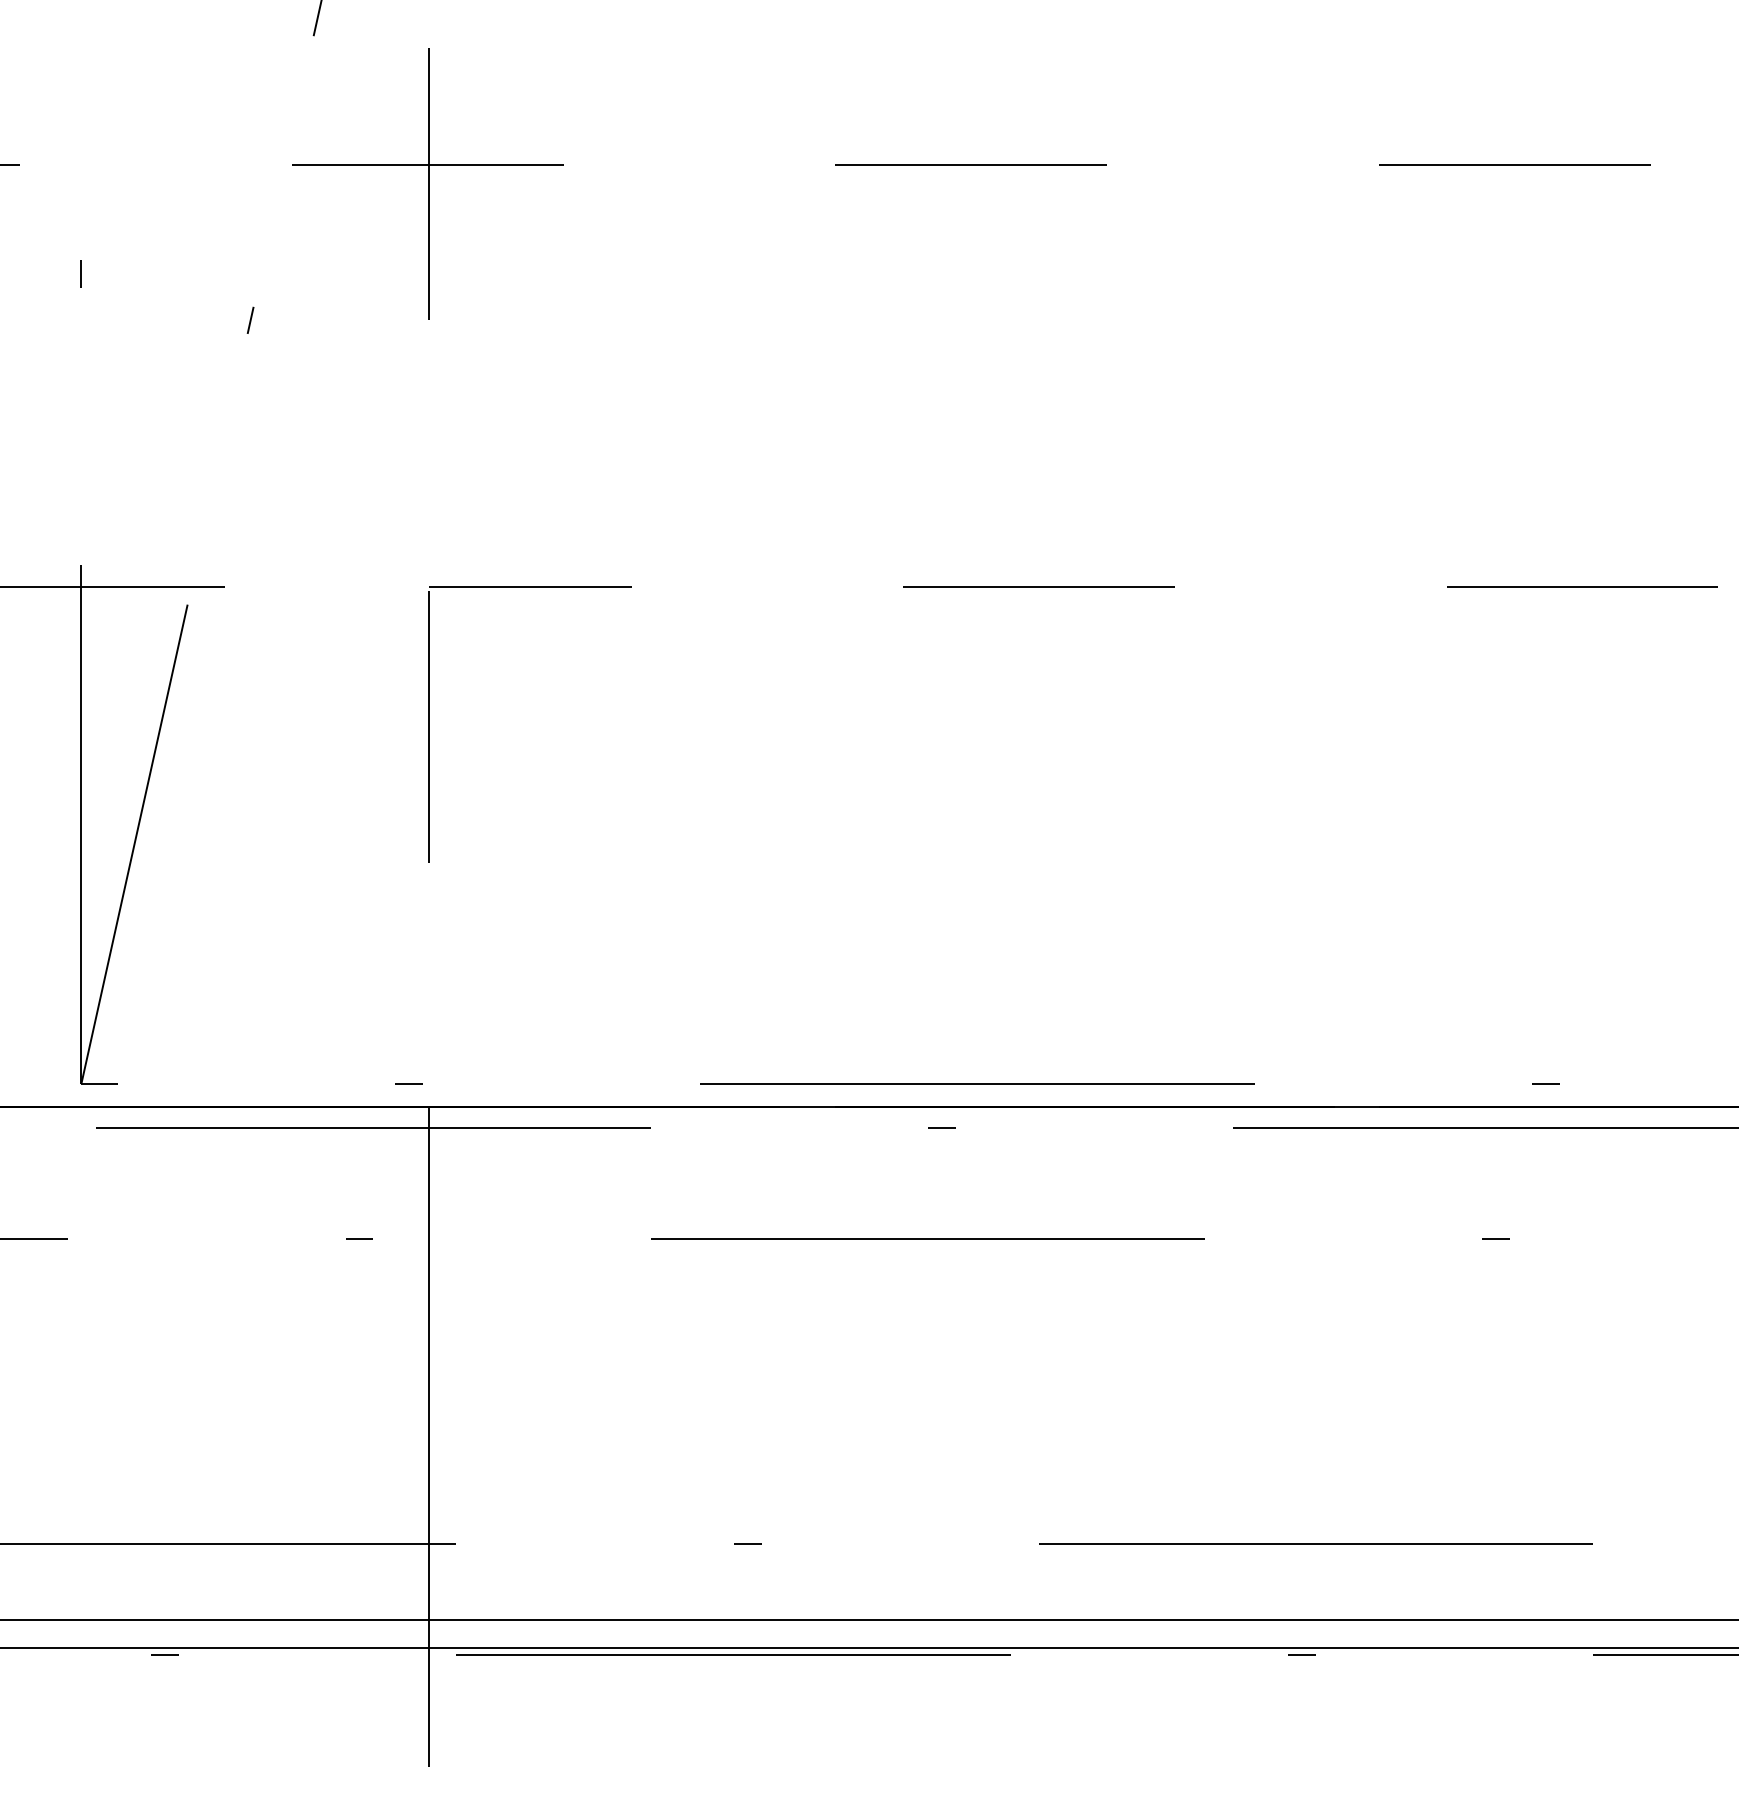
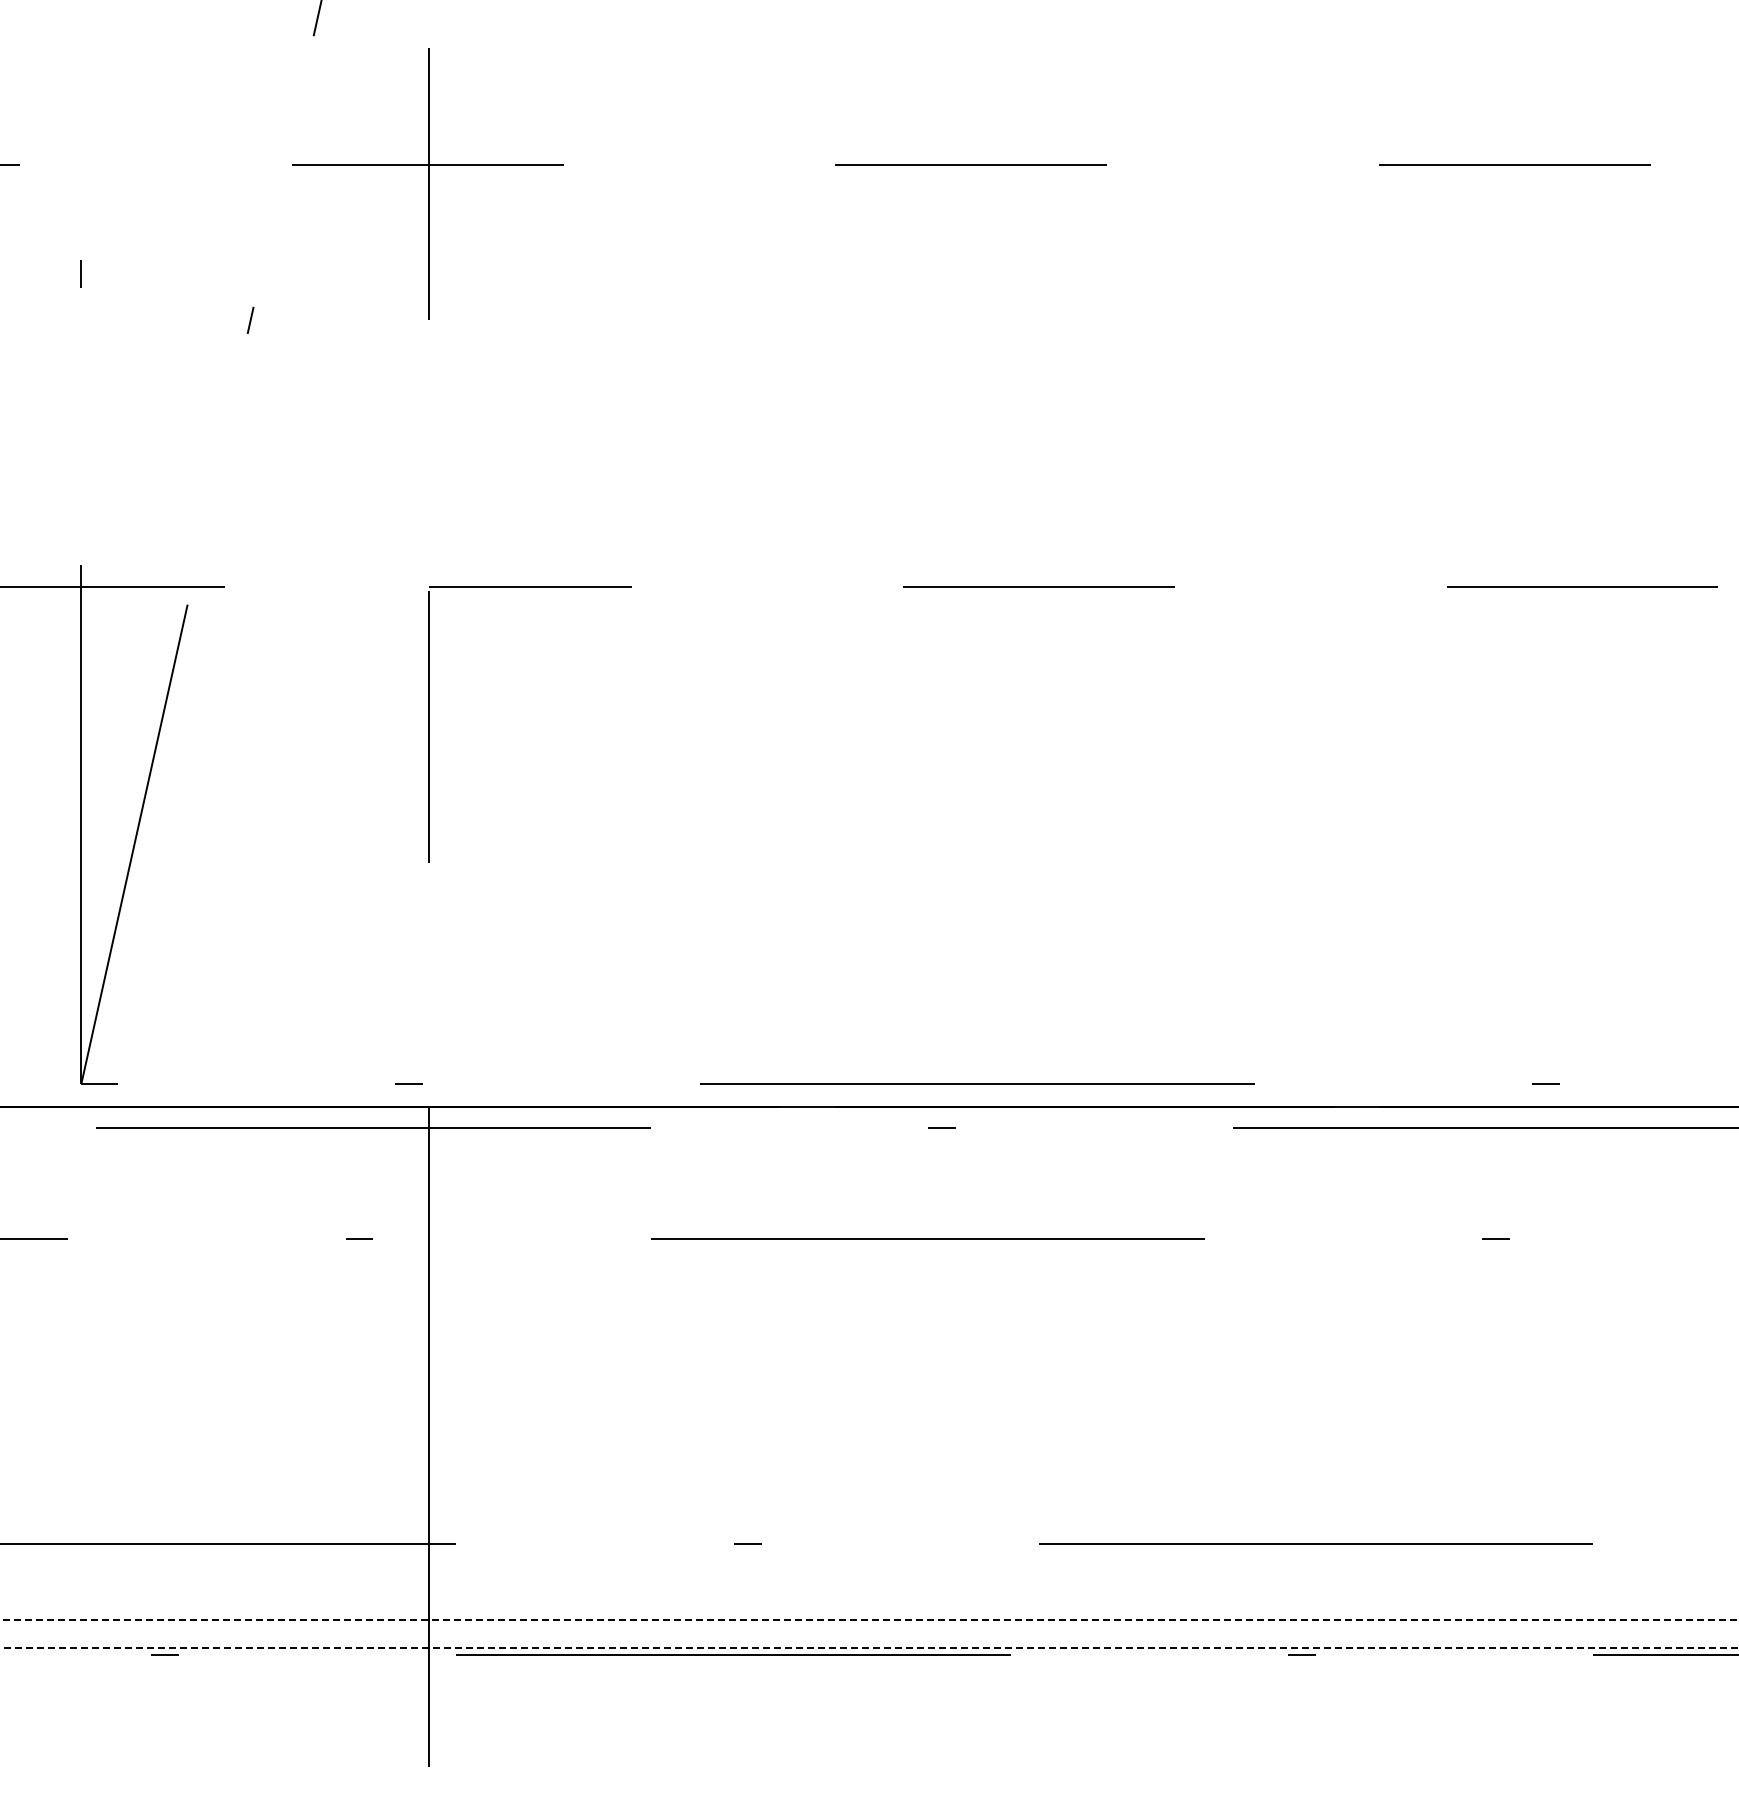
line at (868, 1620): solid -> dashed
line at (870, 1648): solid -> dashed
